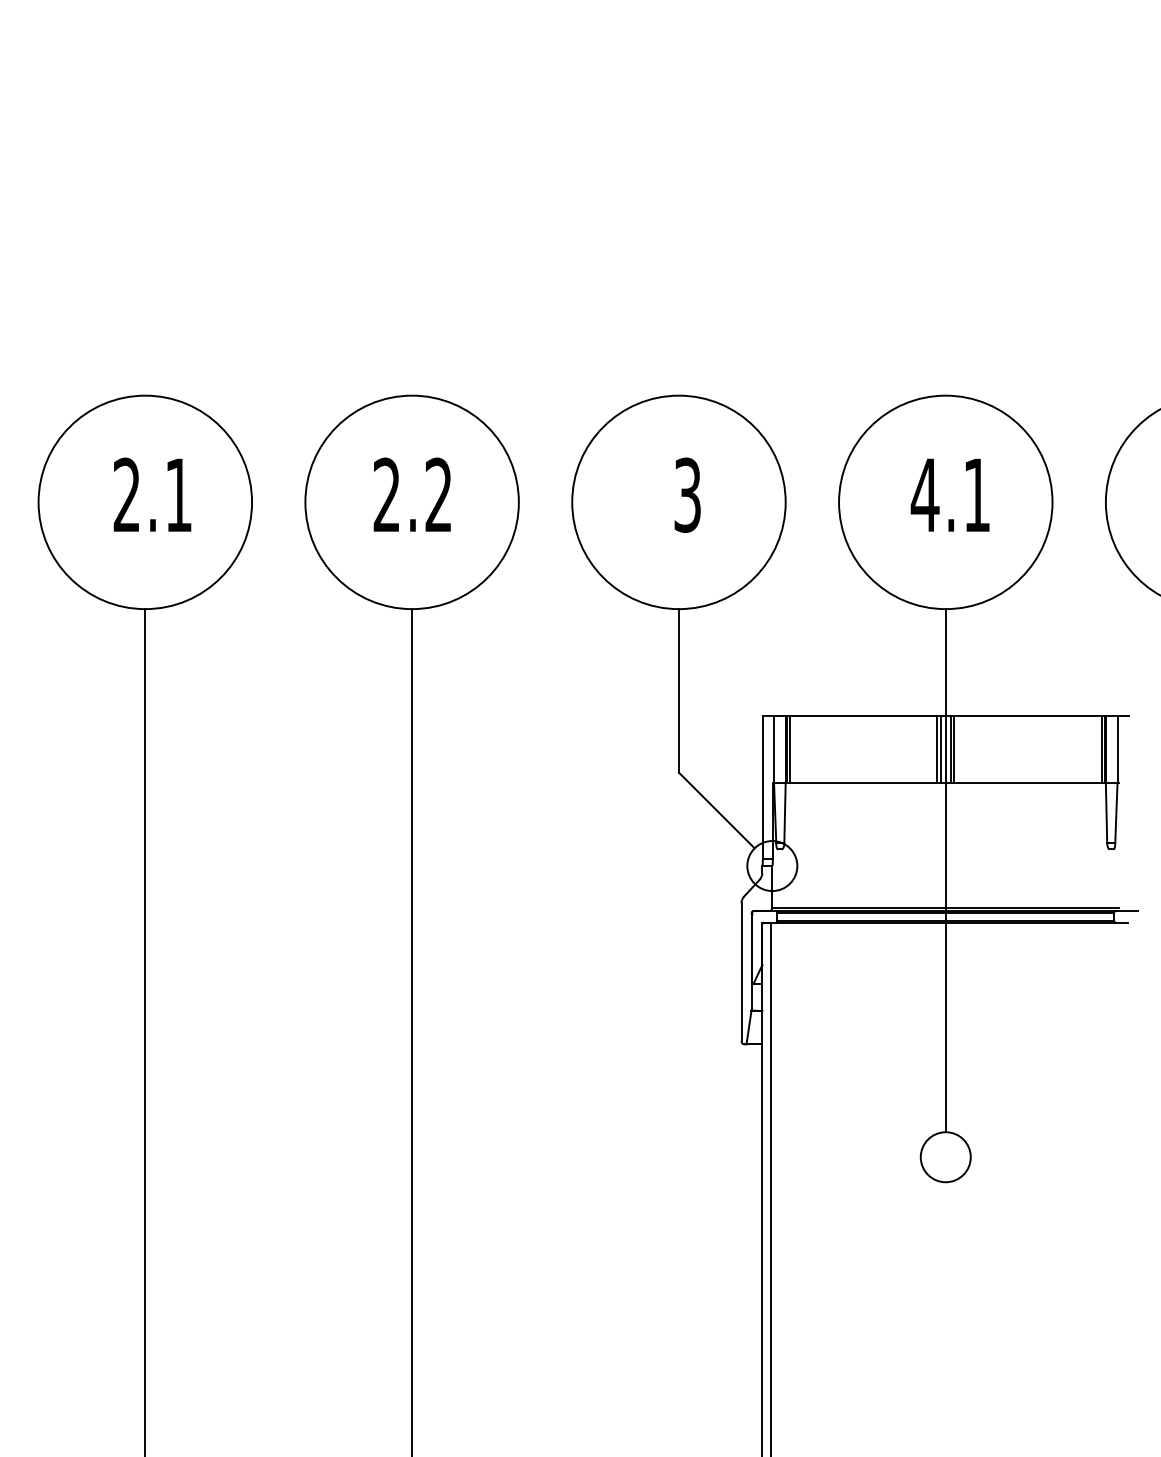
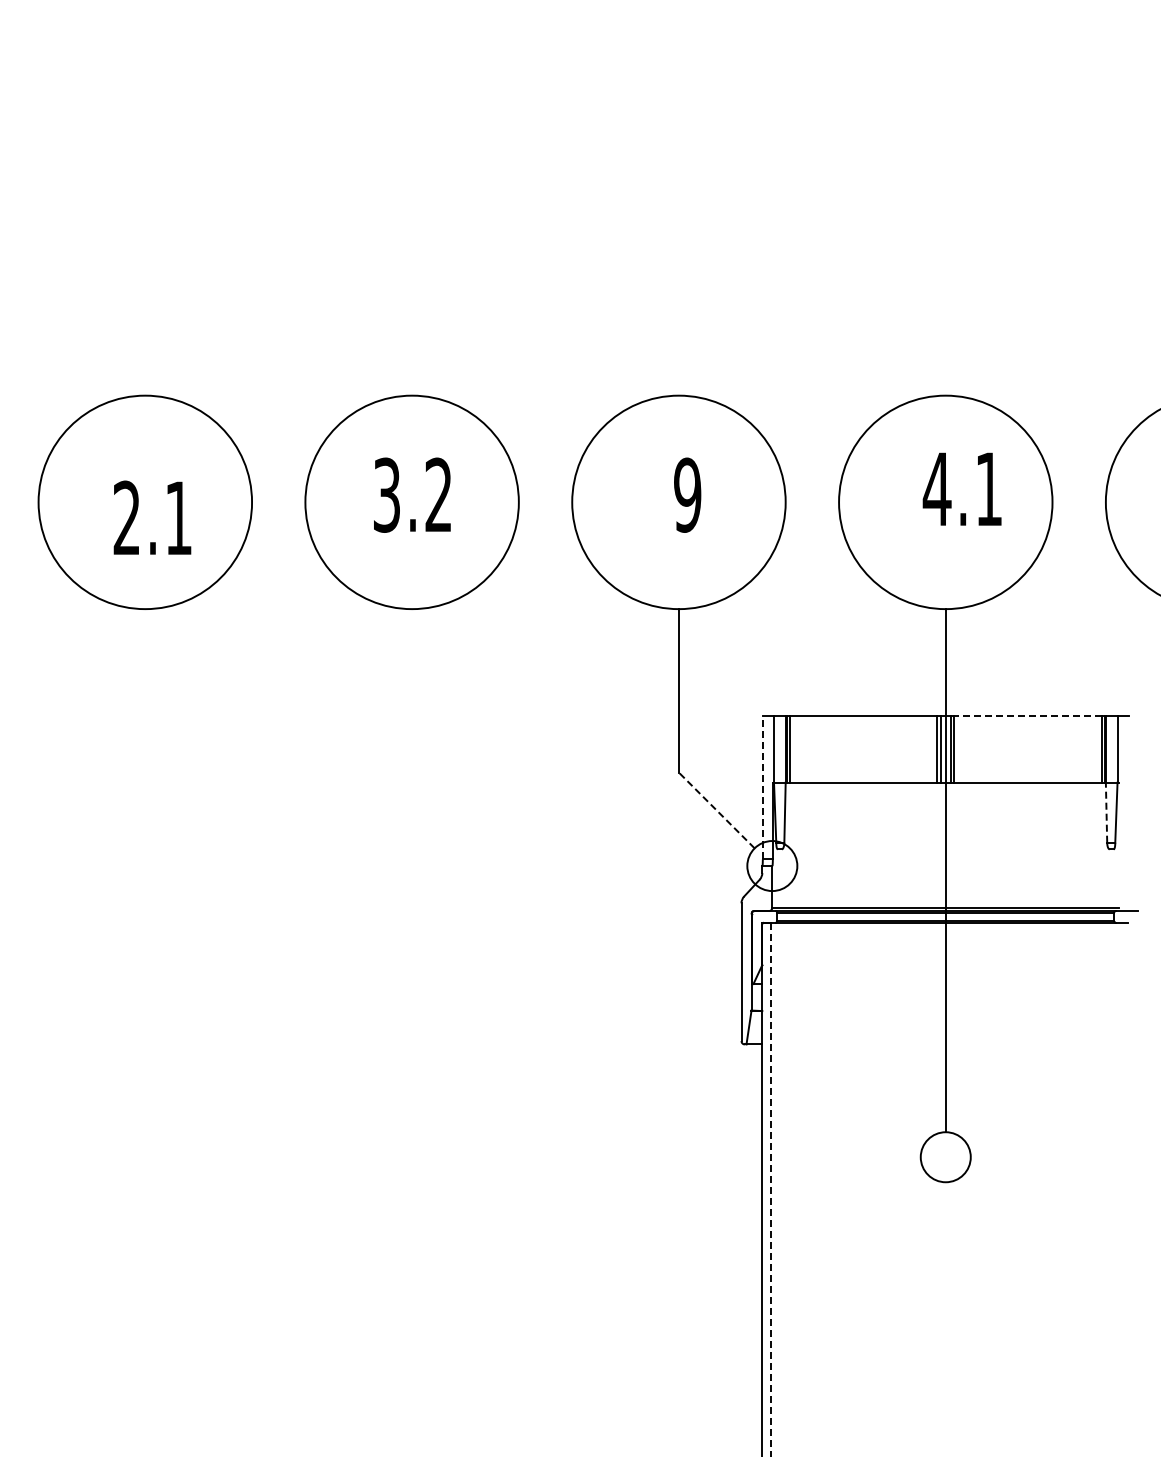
text at (152, 494) position: (152, 494) -> (152, 517)
text at (386, 494): 2.2 -> 3.2
text at (687, 494): 3 -> 9
text at (949, 494) position: (949, 494) -> (961, 488)
line at (1027, 715): solid -> dashed
line at (762, 787): solid -> dashed
line at (716, 810): solid -> dashed
line at (1106, 812): solid -> dashed
line at (145, 1031): present -> none
line at (412, 1031): present -> none
line at (771, 1189): solid -> dashed
